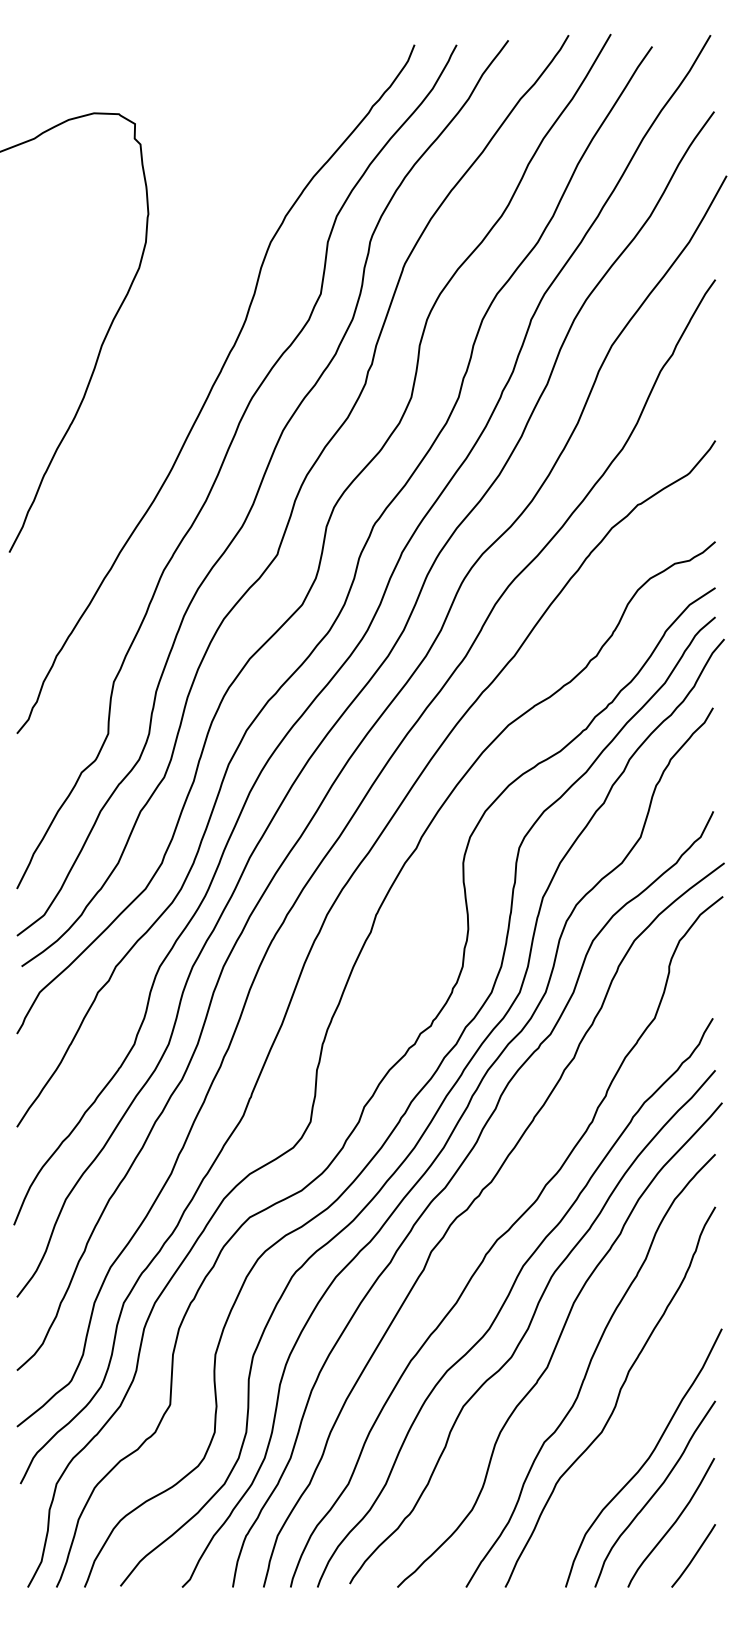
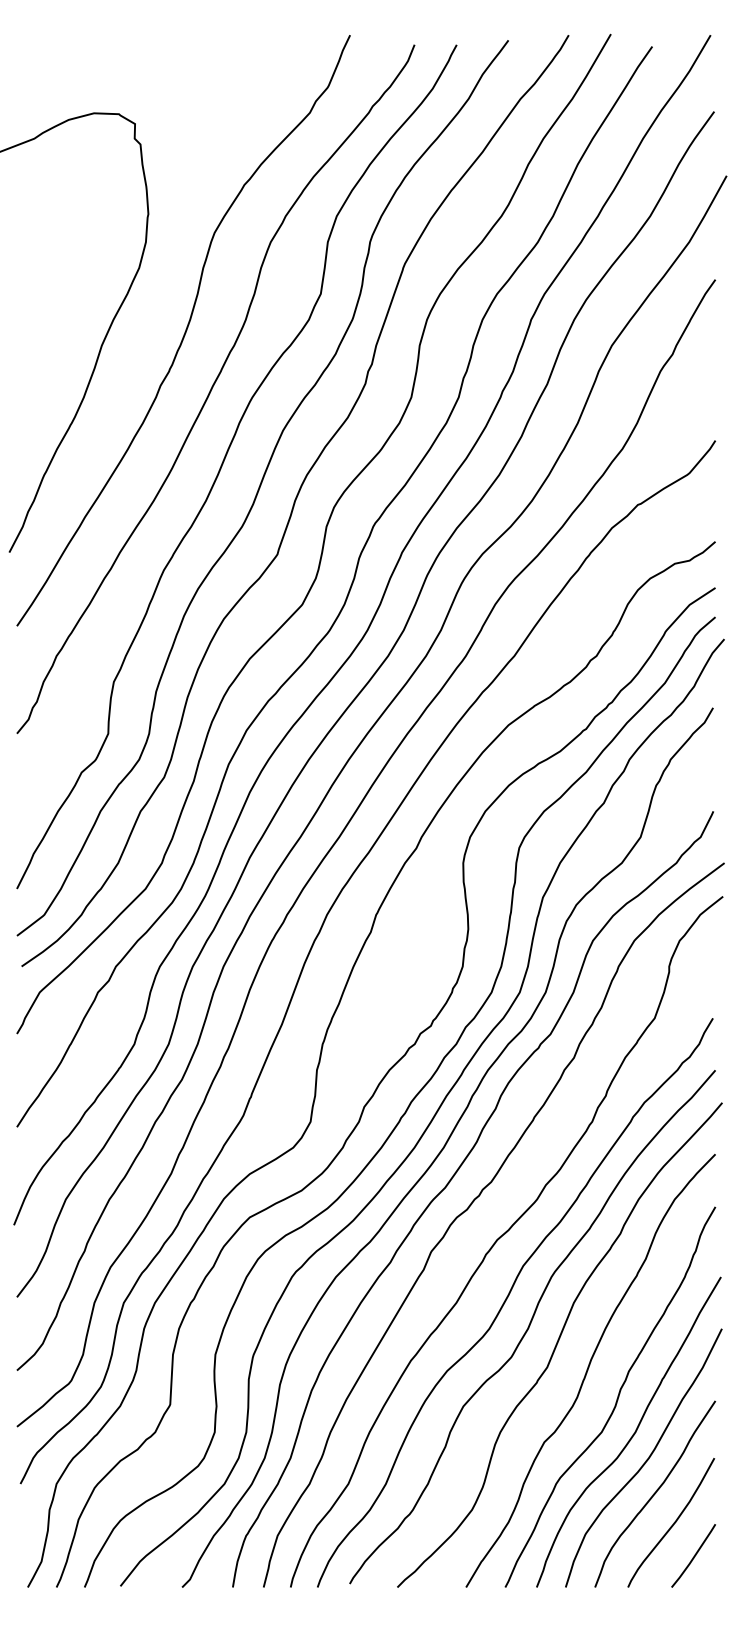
curve at (185, 330): none -> present
curve at (632, 1434): none -> present
